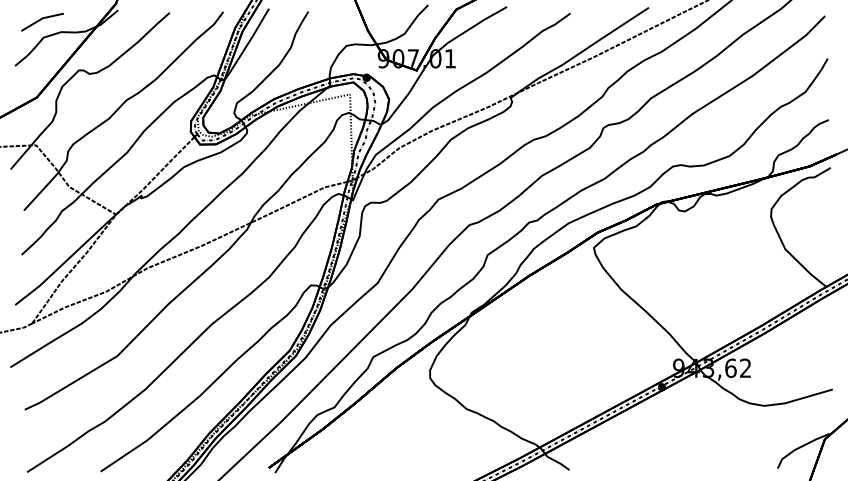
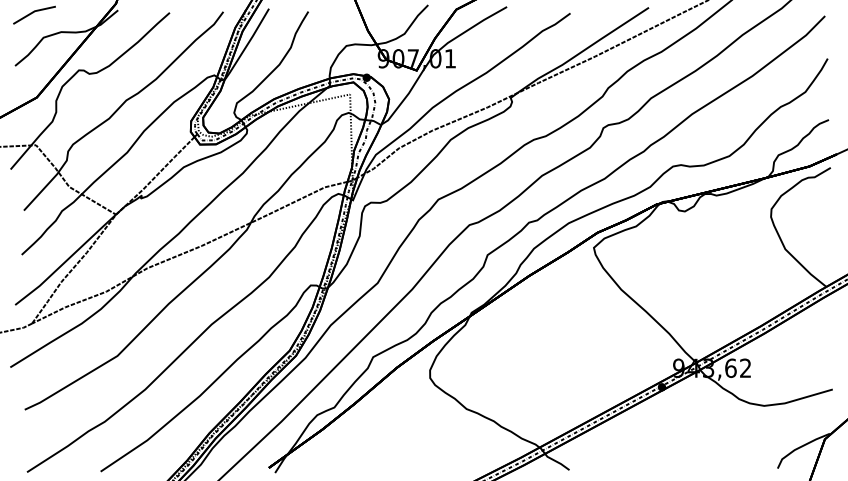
line at (41, 20) position: (41, 20) -> (33, 13)
